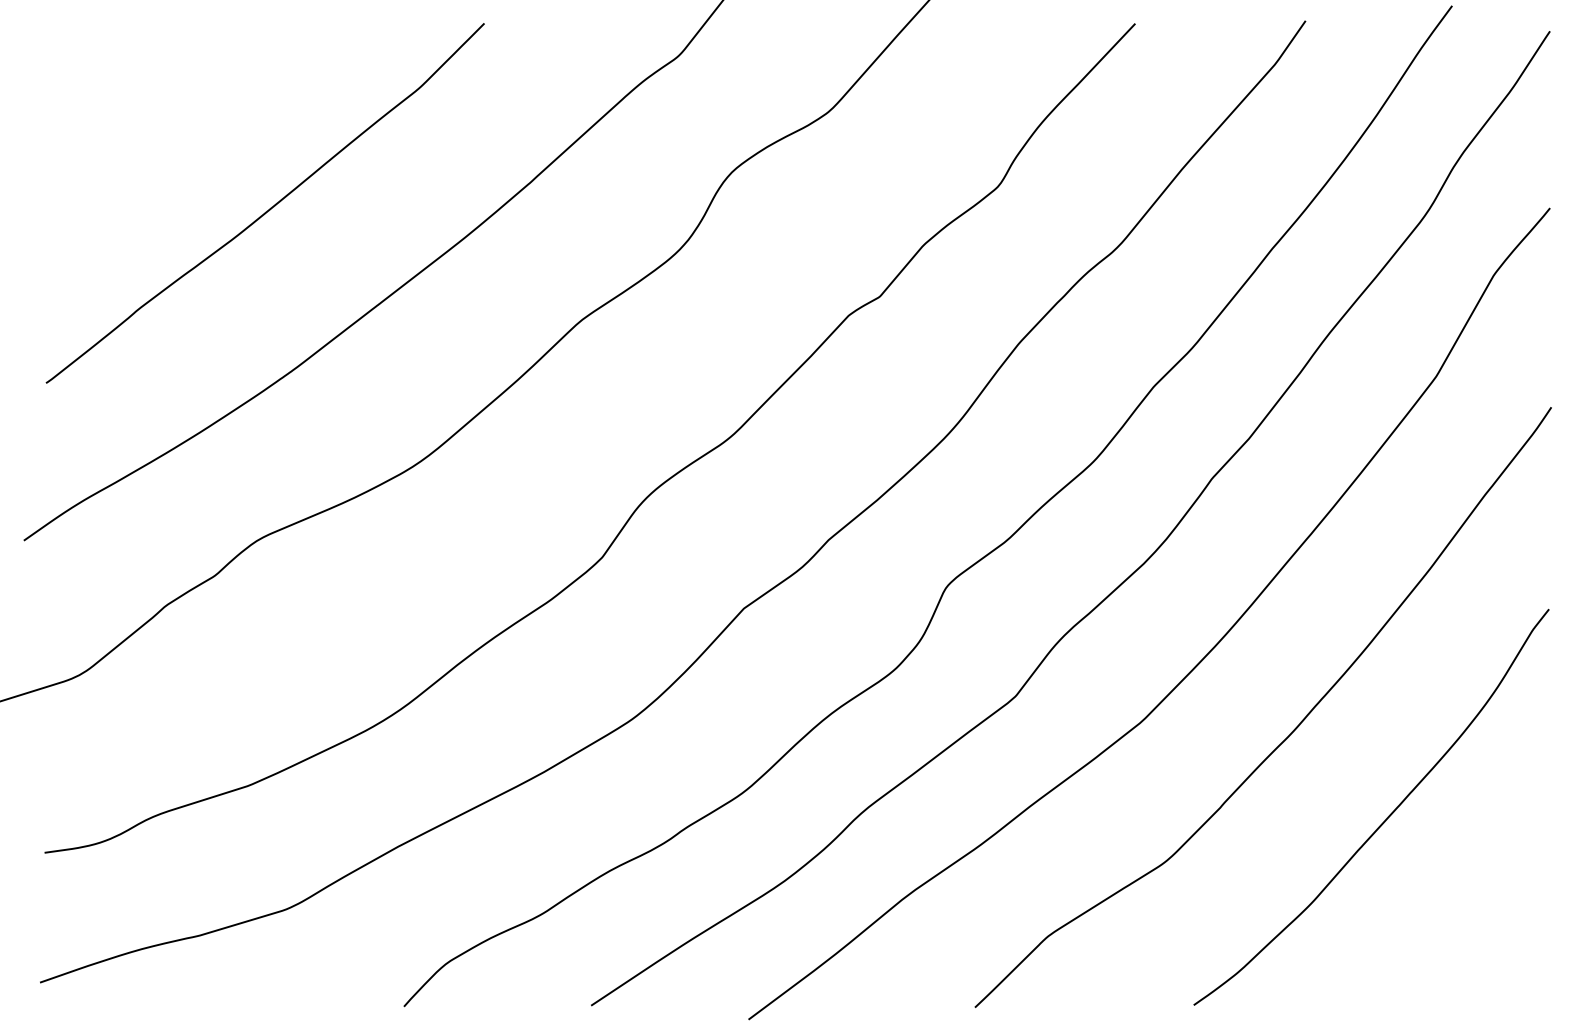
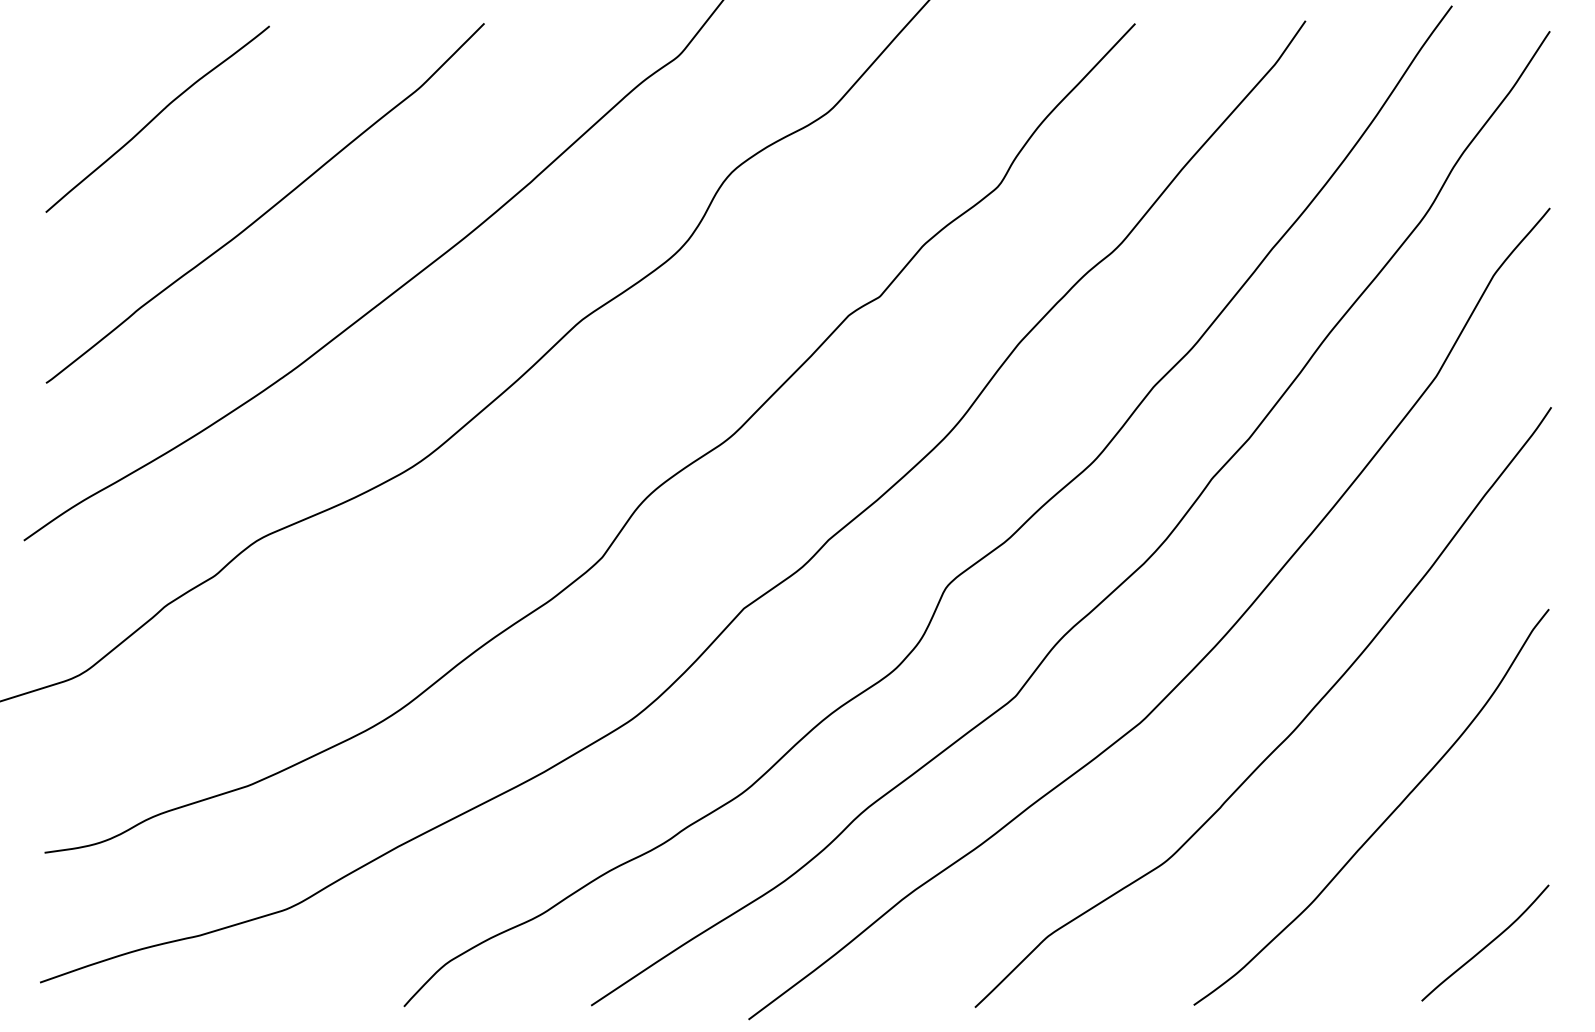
curve at (156, 117): none -> present
curve at (1487, 944): none -> present
